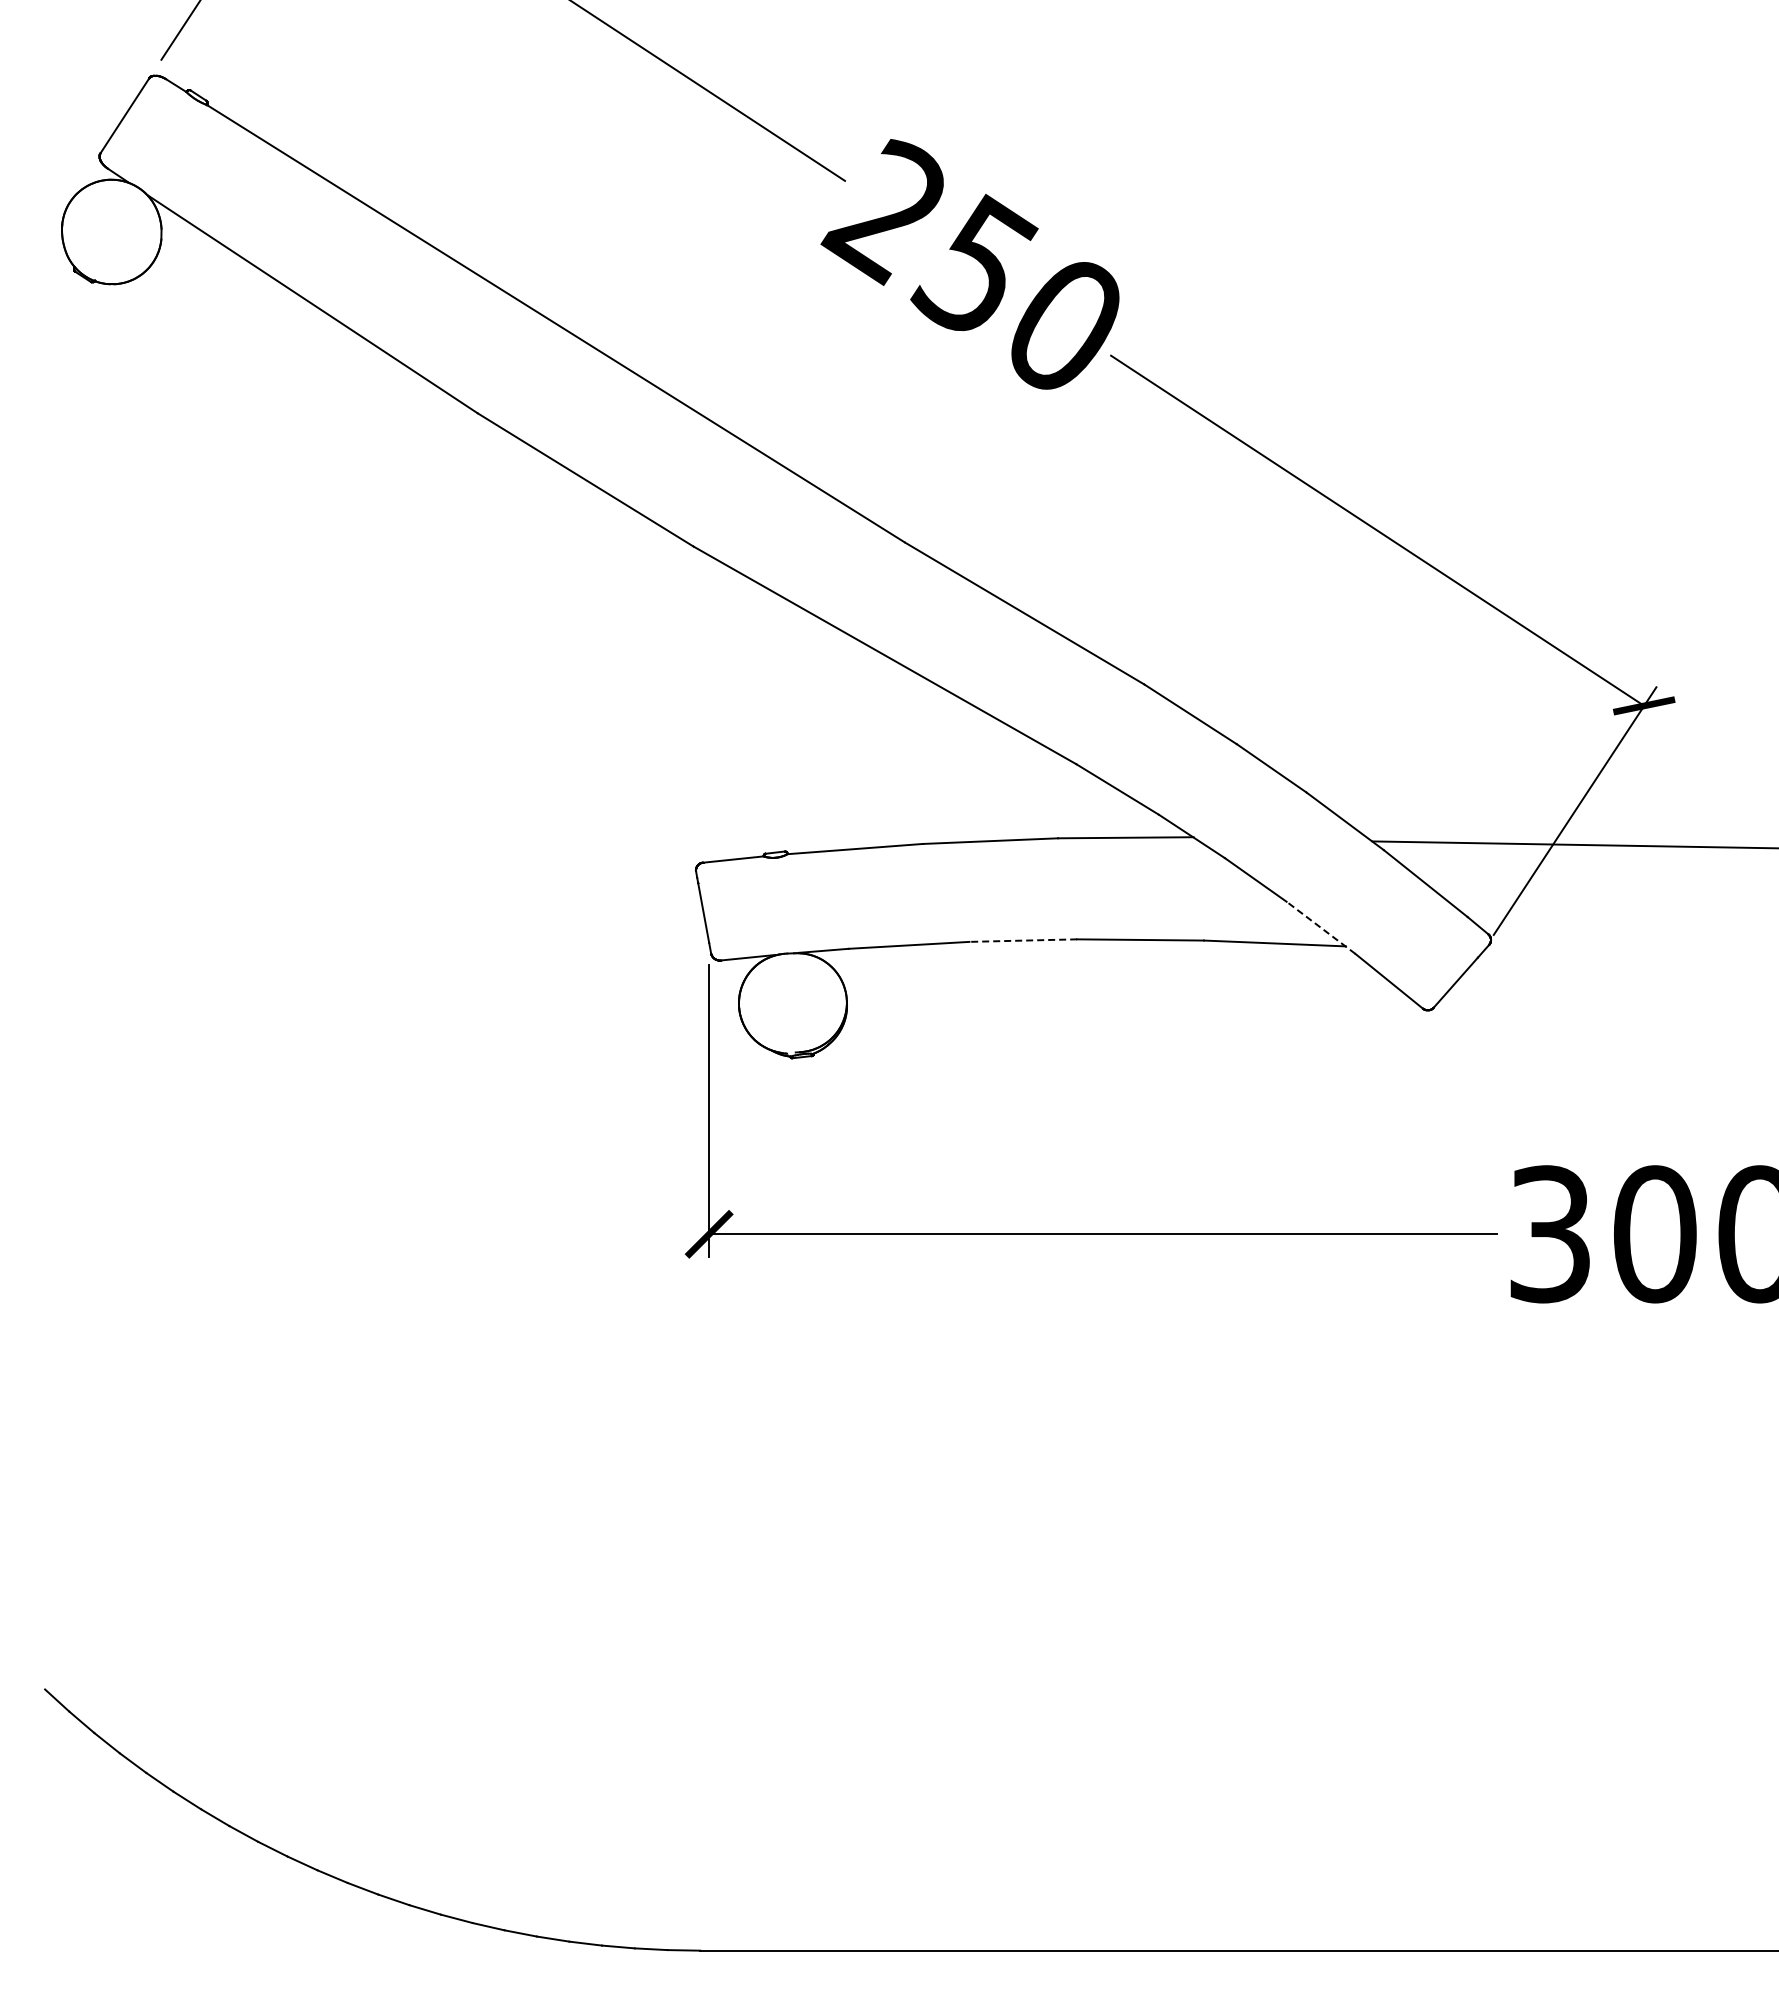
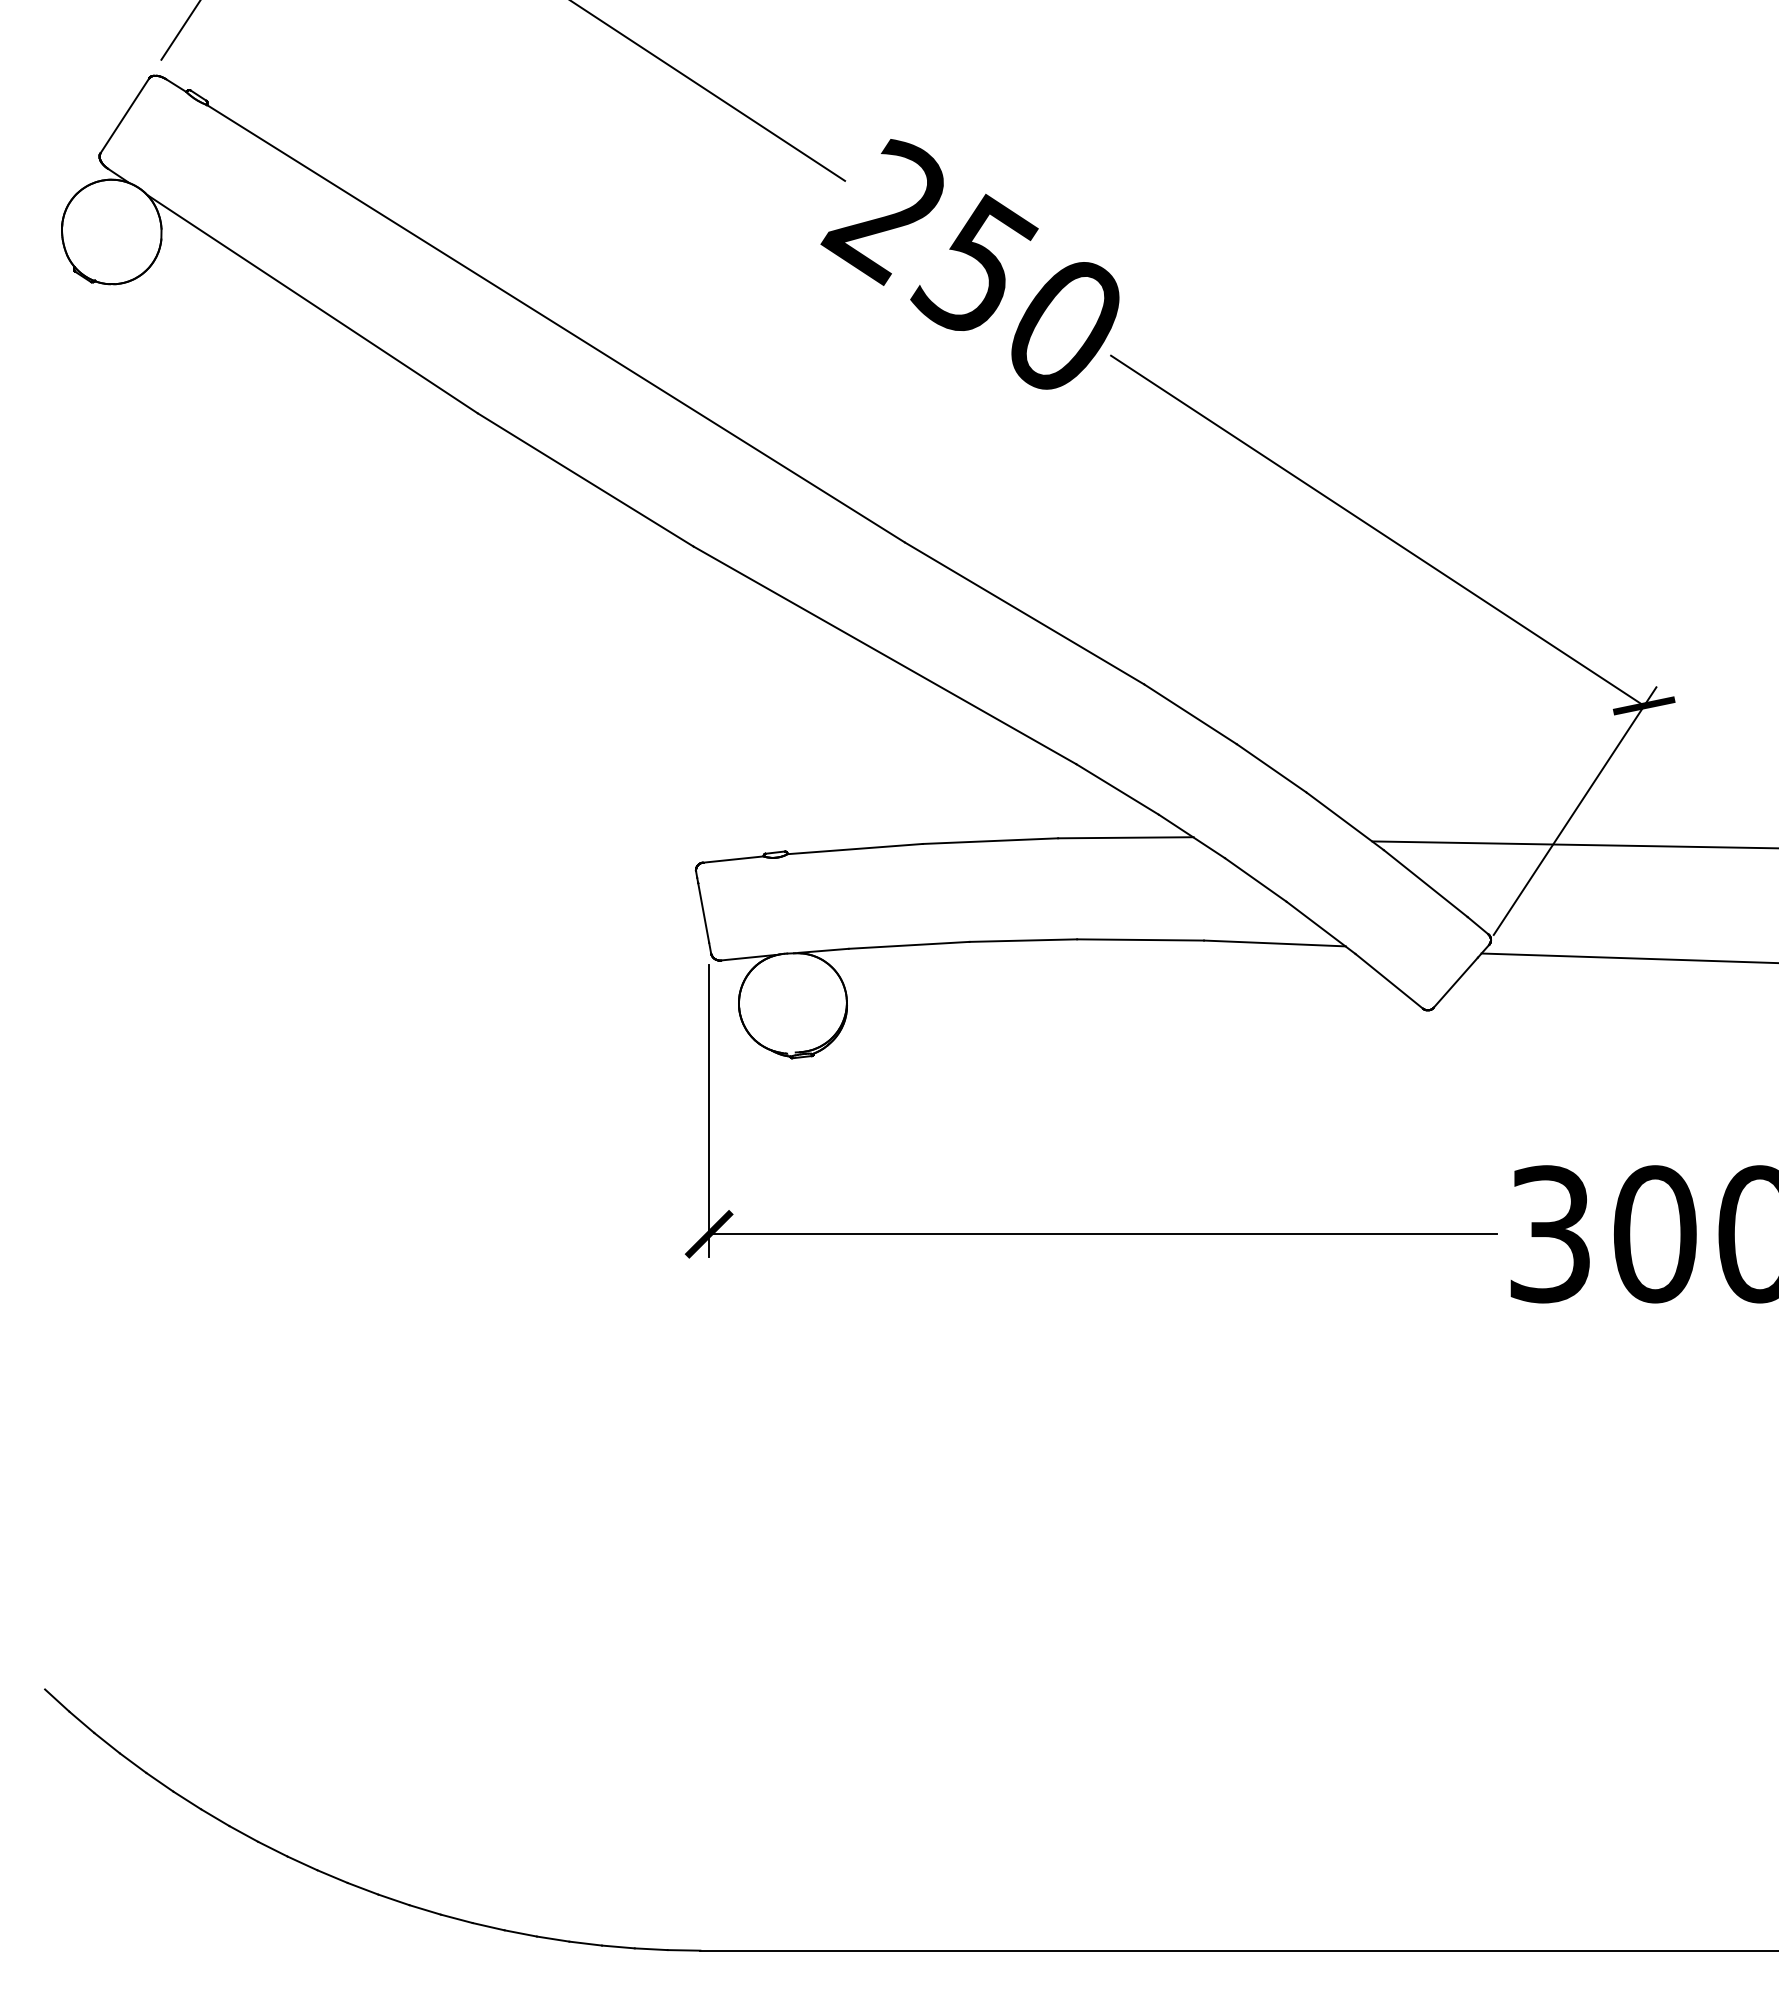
line at (1320, 927): dashed -> solid
line at (1023, 940): dashed -> solid
line at (1628, 958): none -> present
